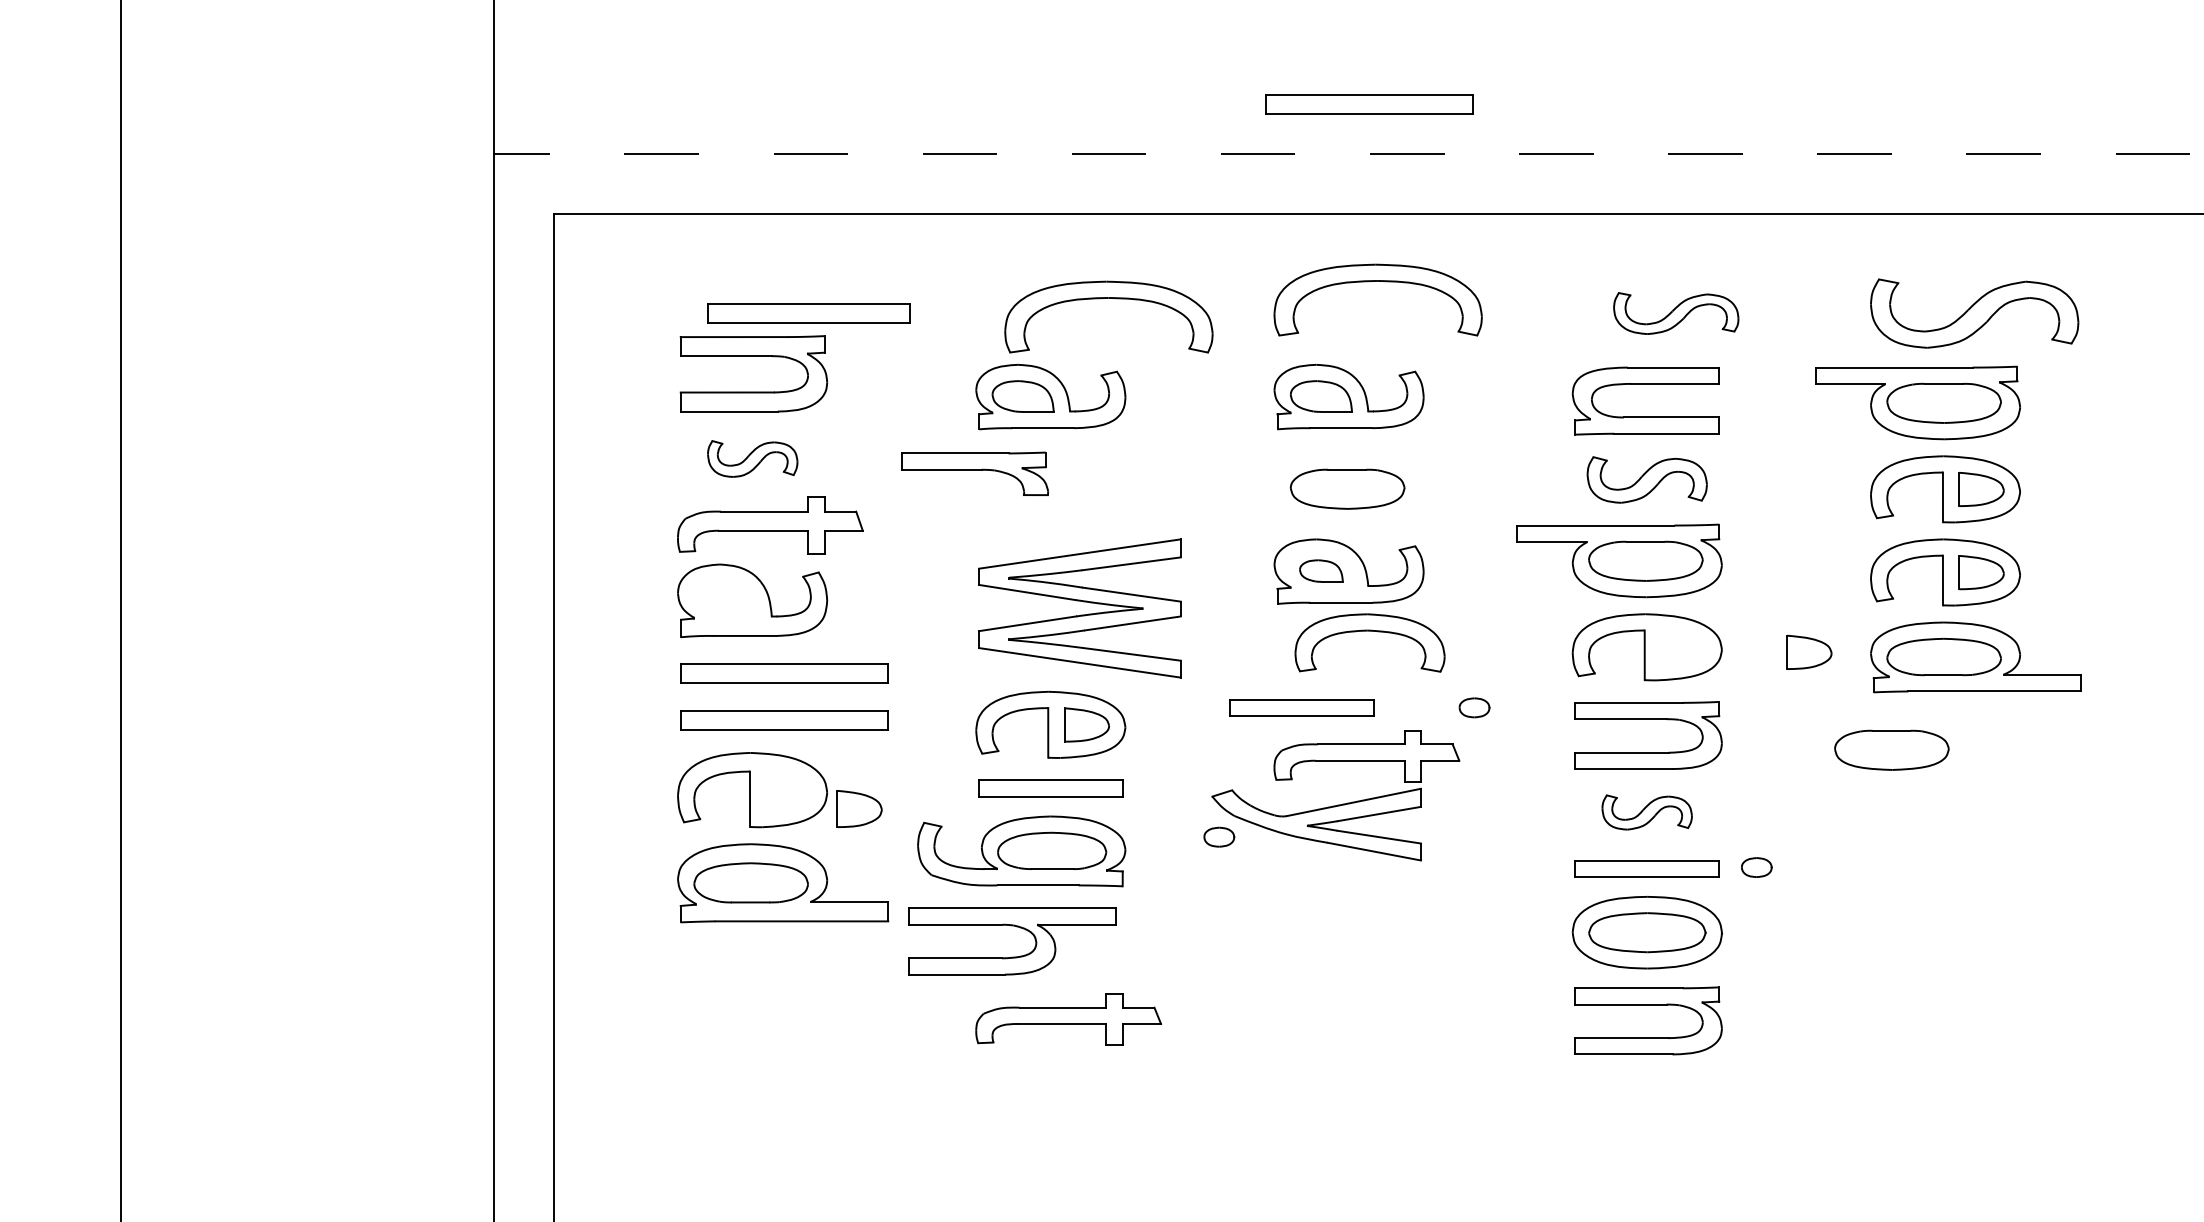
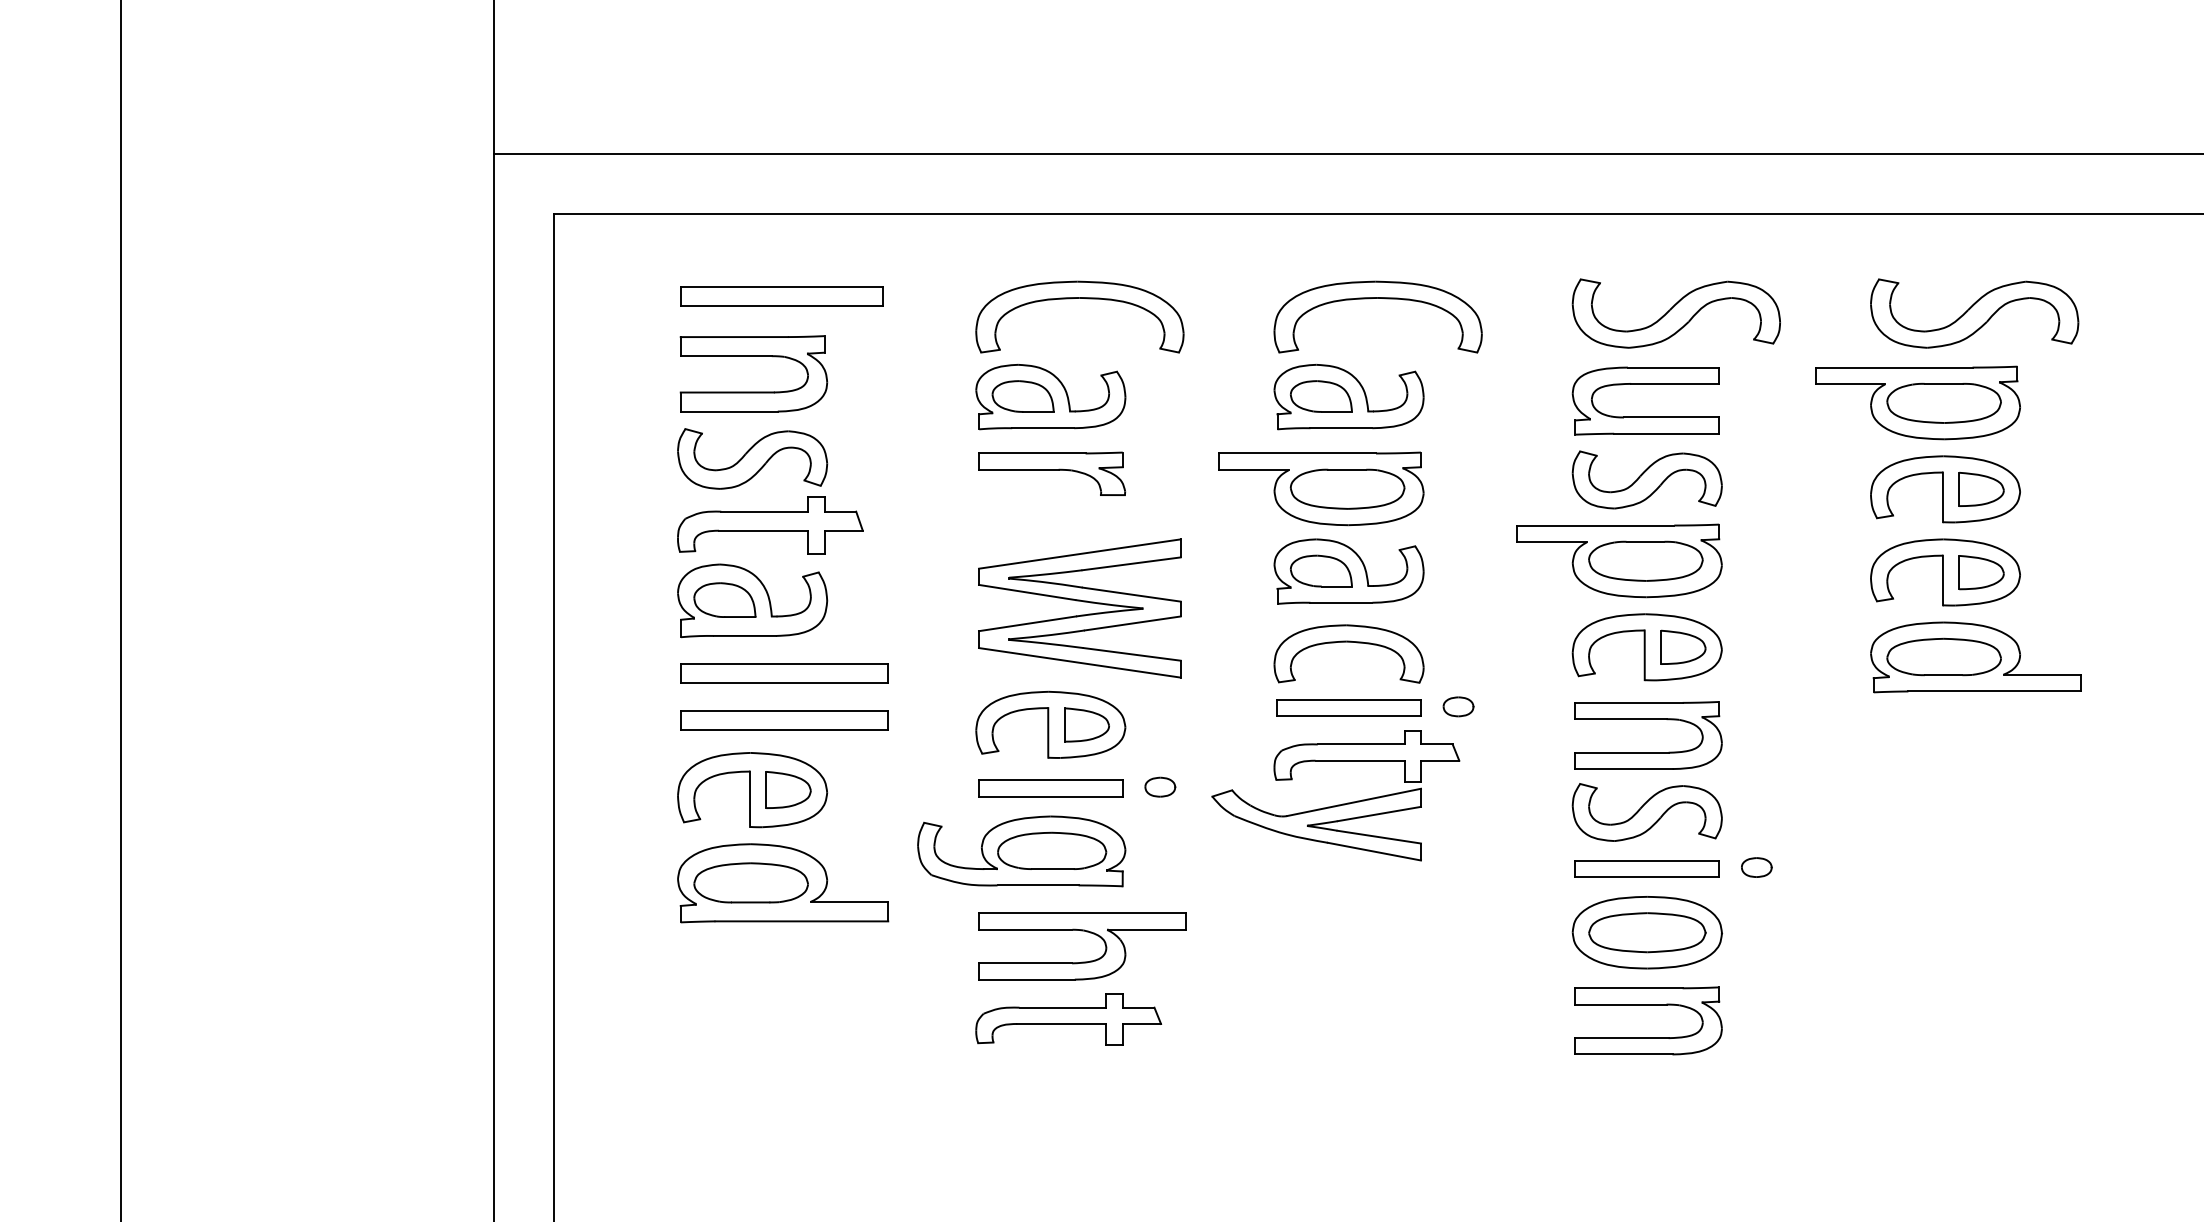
part at (1369, 104): present -> none
line at (1348, 153): dashed -> solid
part at (1377, 281) position: (1377, 281) -> (1377, 298)
part at (1108, 298) position: (1108, 298) -> (1079, 298)
part at (808, 313) position: (808, 313) -> (781, 296)
part at (1676, 313) size: 127x43 px -> 210x71 px
part at (752, 458) size: 92x38 px -> 152x62 px
part at (974, 473) position: (974, 473) -> (1051, 473)
part at (1646, 479) size: 122x48 px -> 152x60 px
part at (1321, 488): none -> present
part at (1321, 570) size: 45x24 px -> 63x34 px
part at (724, 599): none -> present
part at (1369, 631) position: (1369, 631) -> (1348, 642)
part at (1809, 651) position: (1809, 651) -> (1683, 646)
part at (1301, 707) position: (1301, 707) -> (1348, 707)
part at (1474, 707) position: (1474, 707) -> (1458, 706)
part at (1891, 749): present -> none
part at (859, 808) position: (859, 808) -> (788, 789)
part at (1646, 812) size: 92x37 px -> 152x59 px
part at (1219, 836) position: (1219, 836) -> (1160, 786)
part at (1016, 927) position: (1016, 927) -> (1086, 932)
